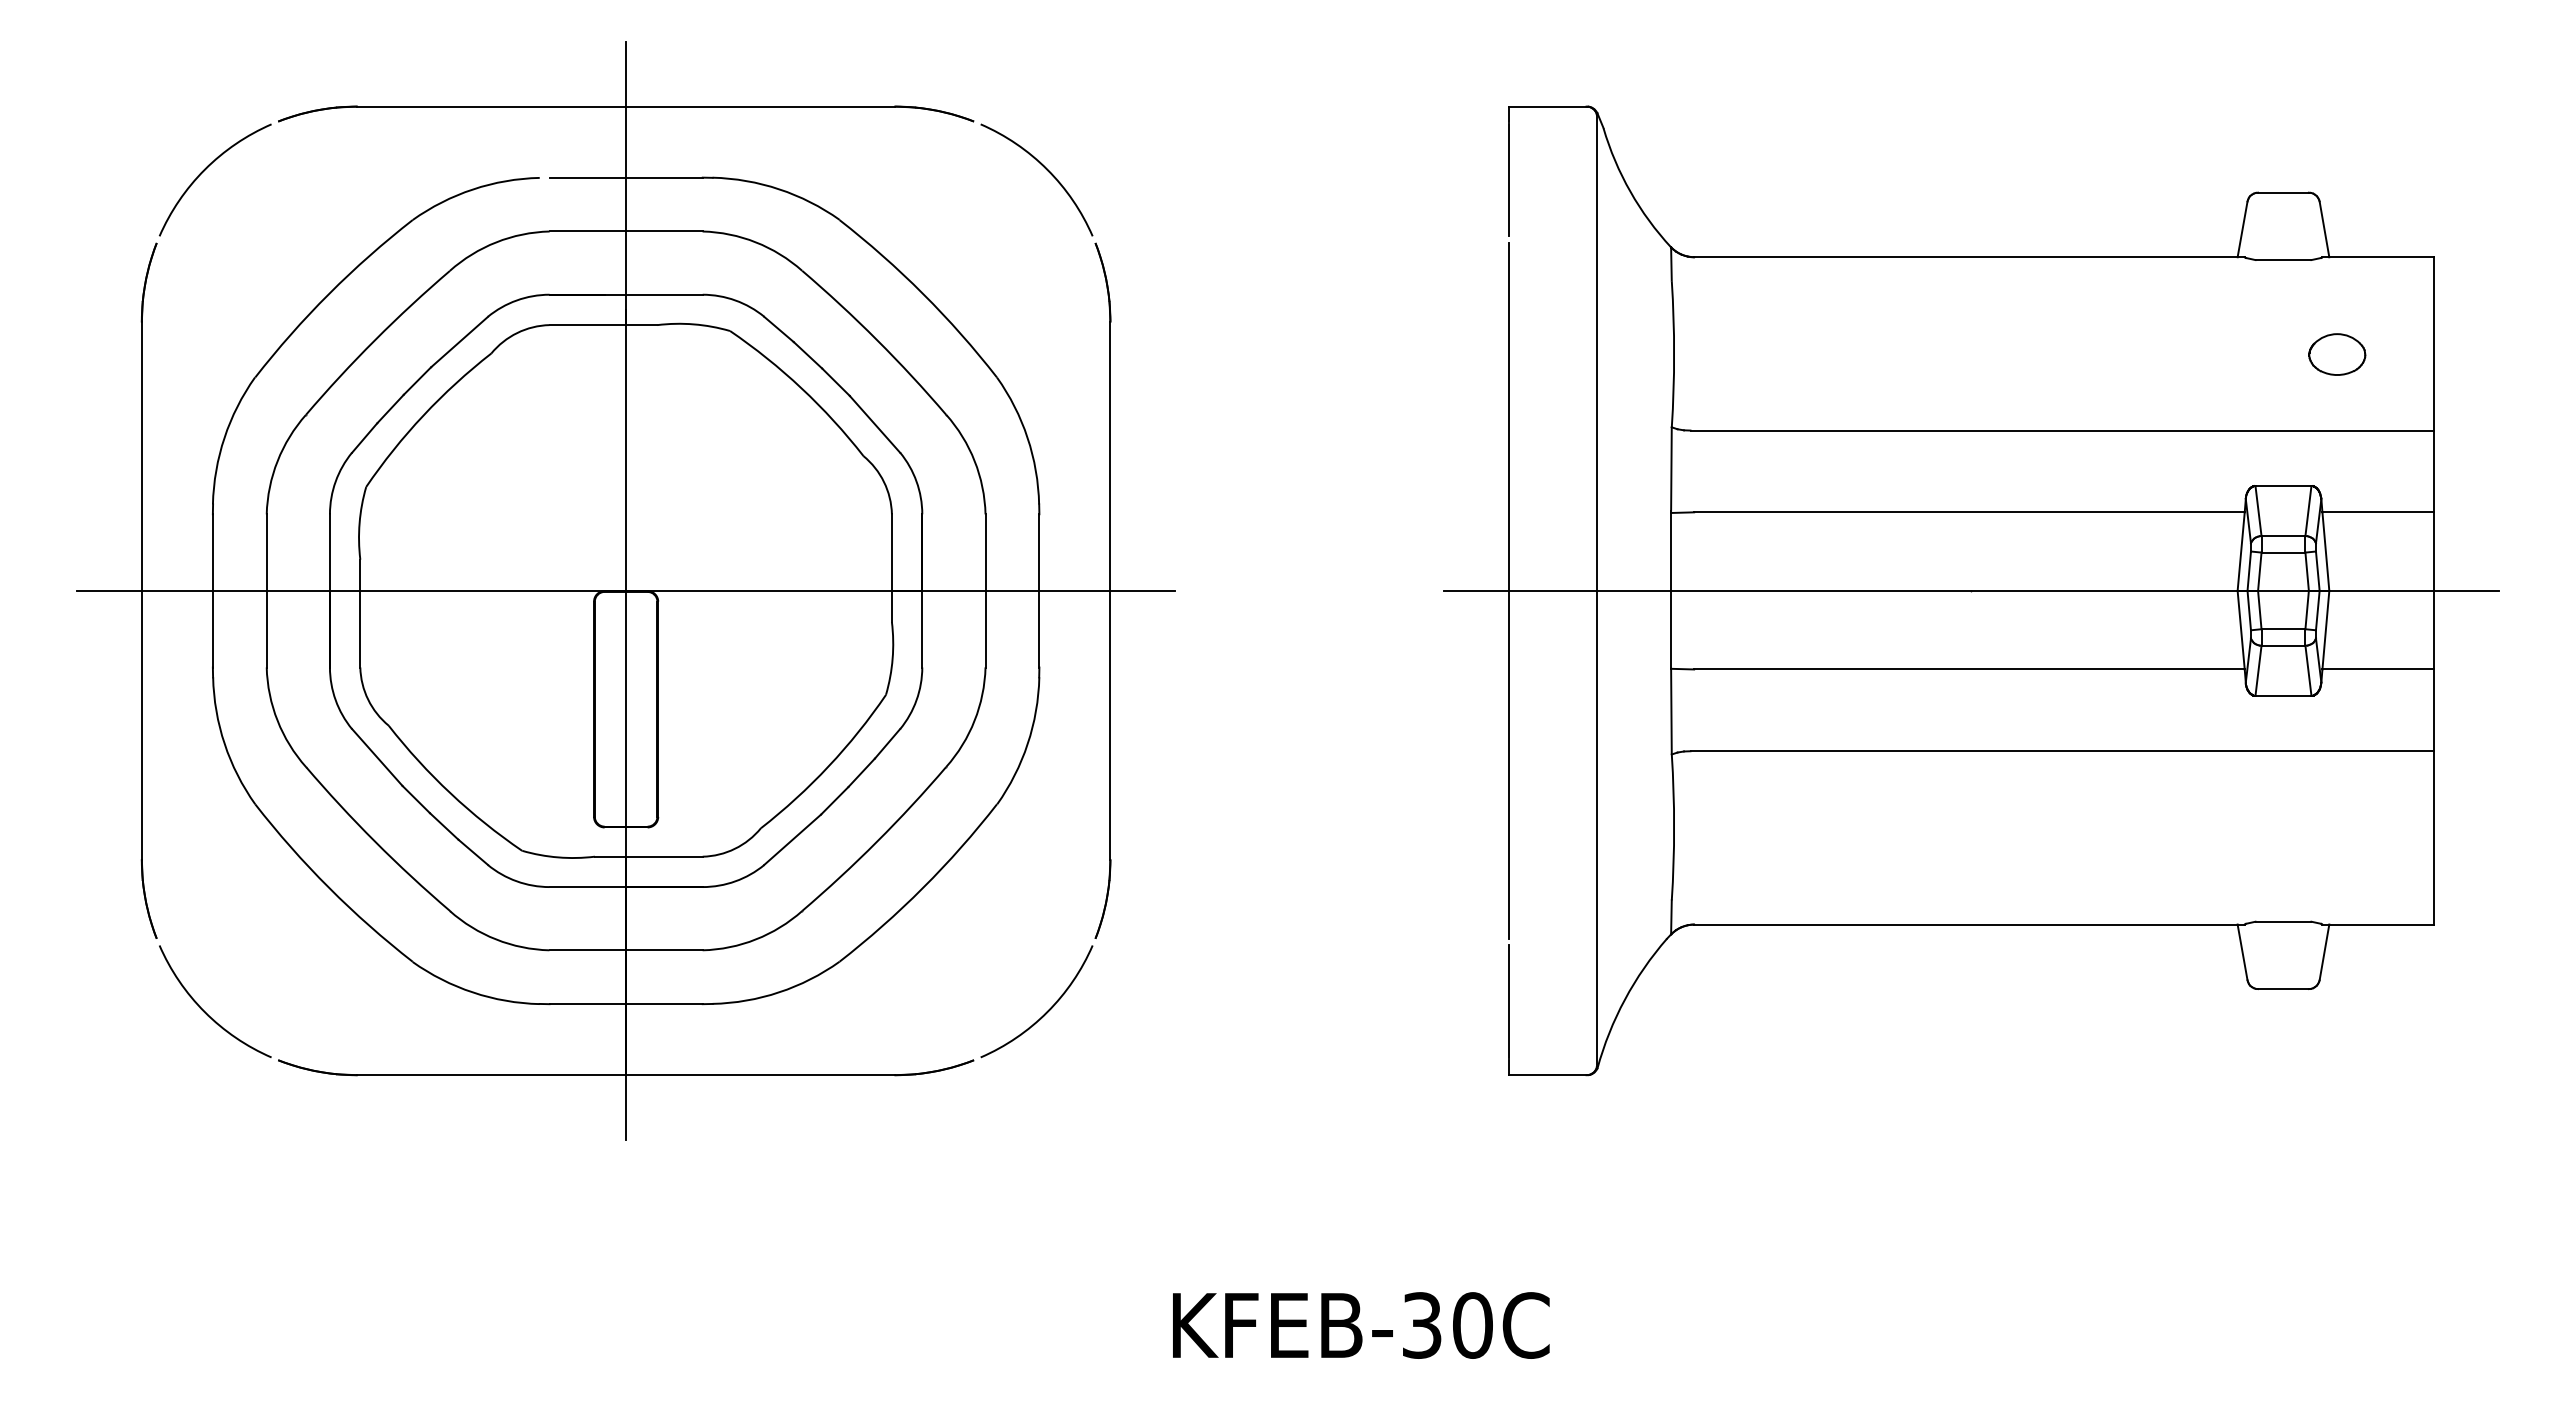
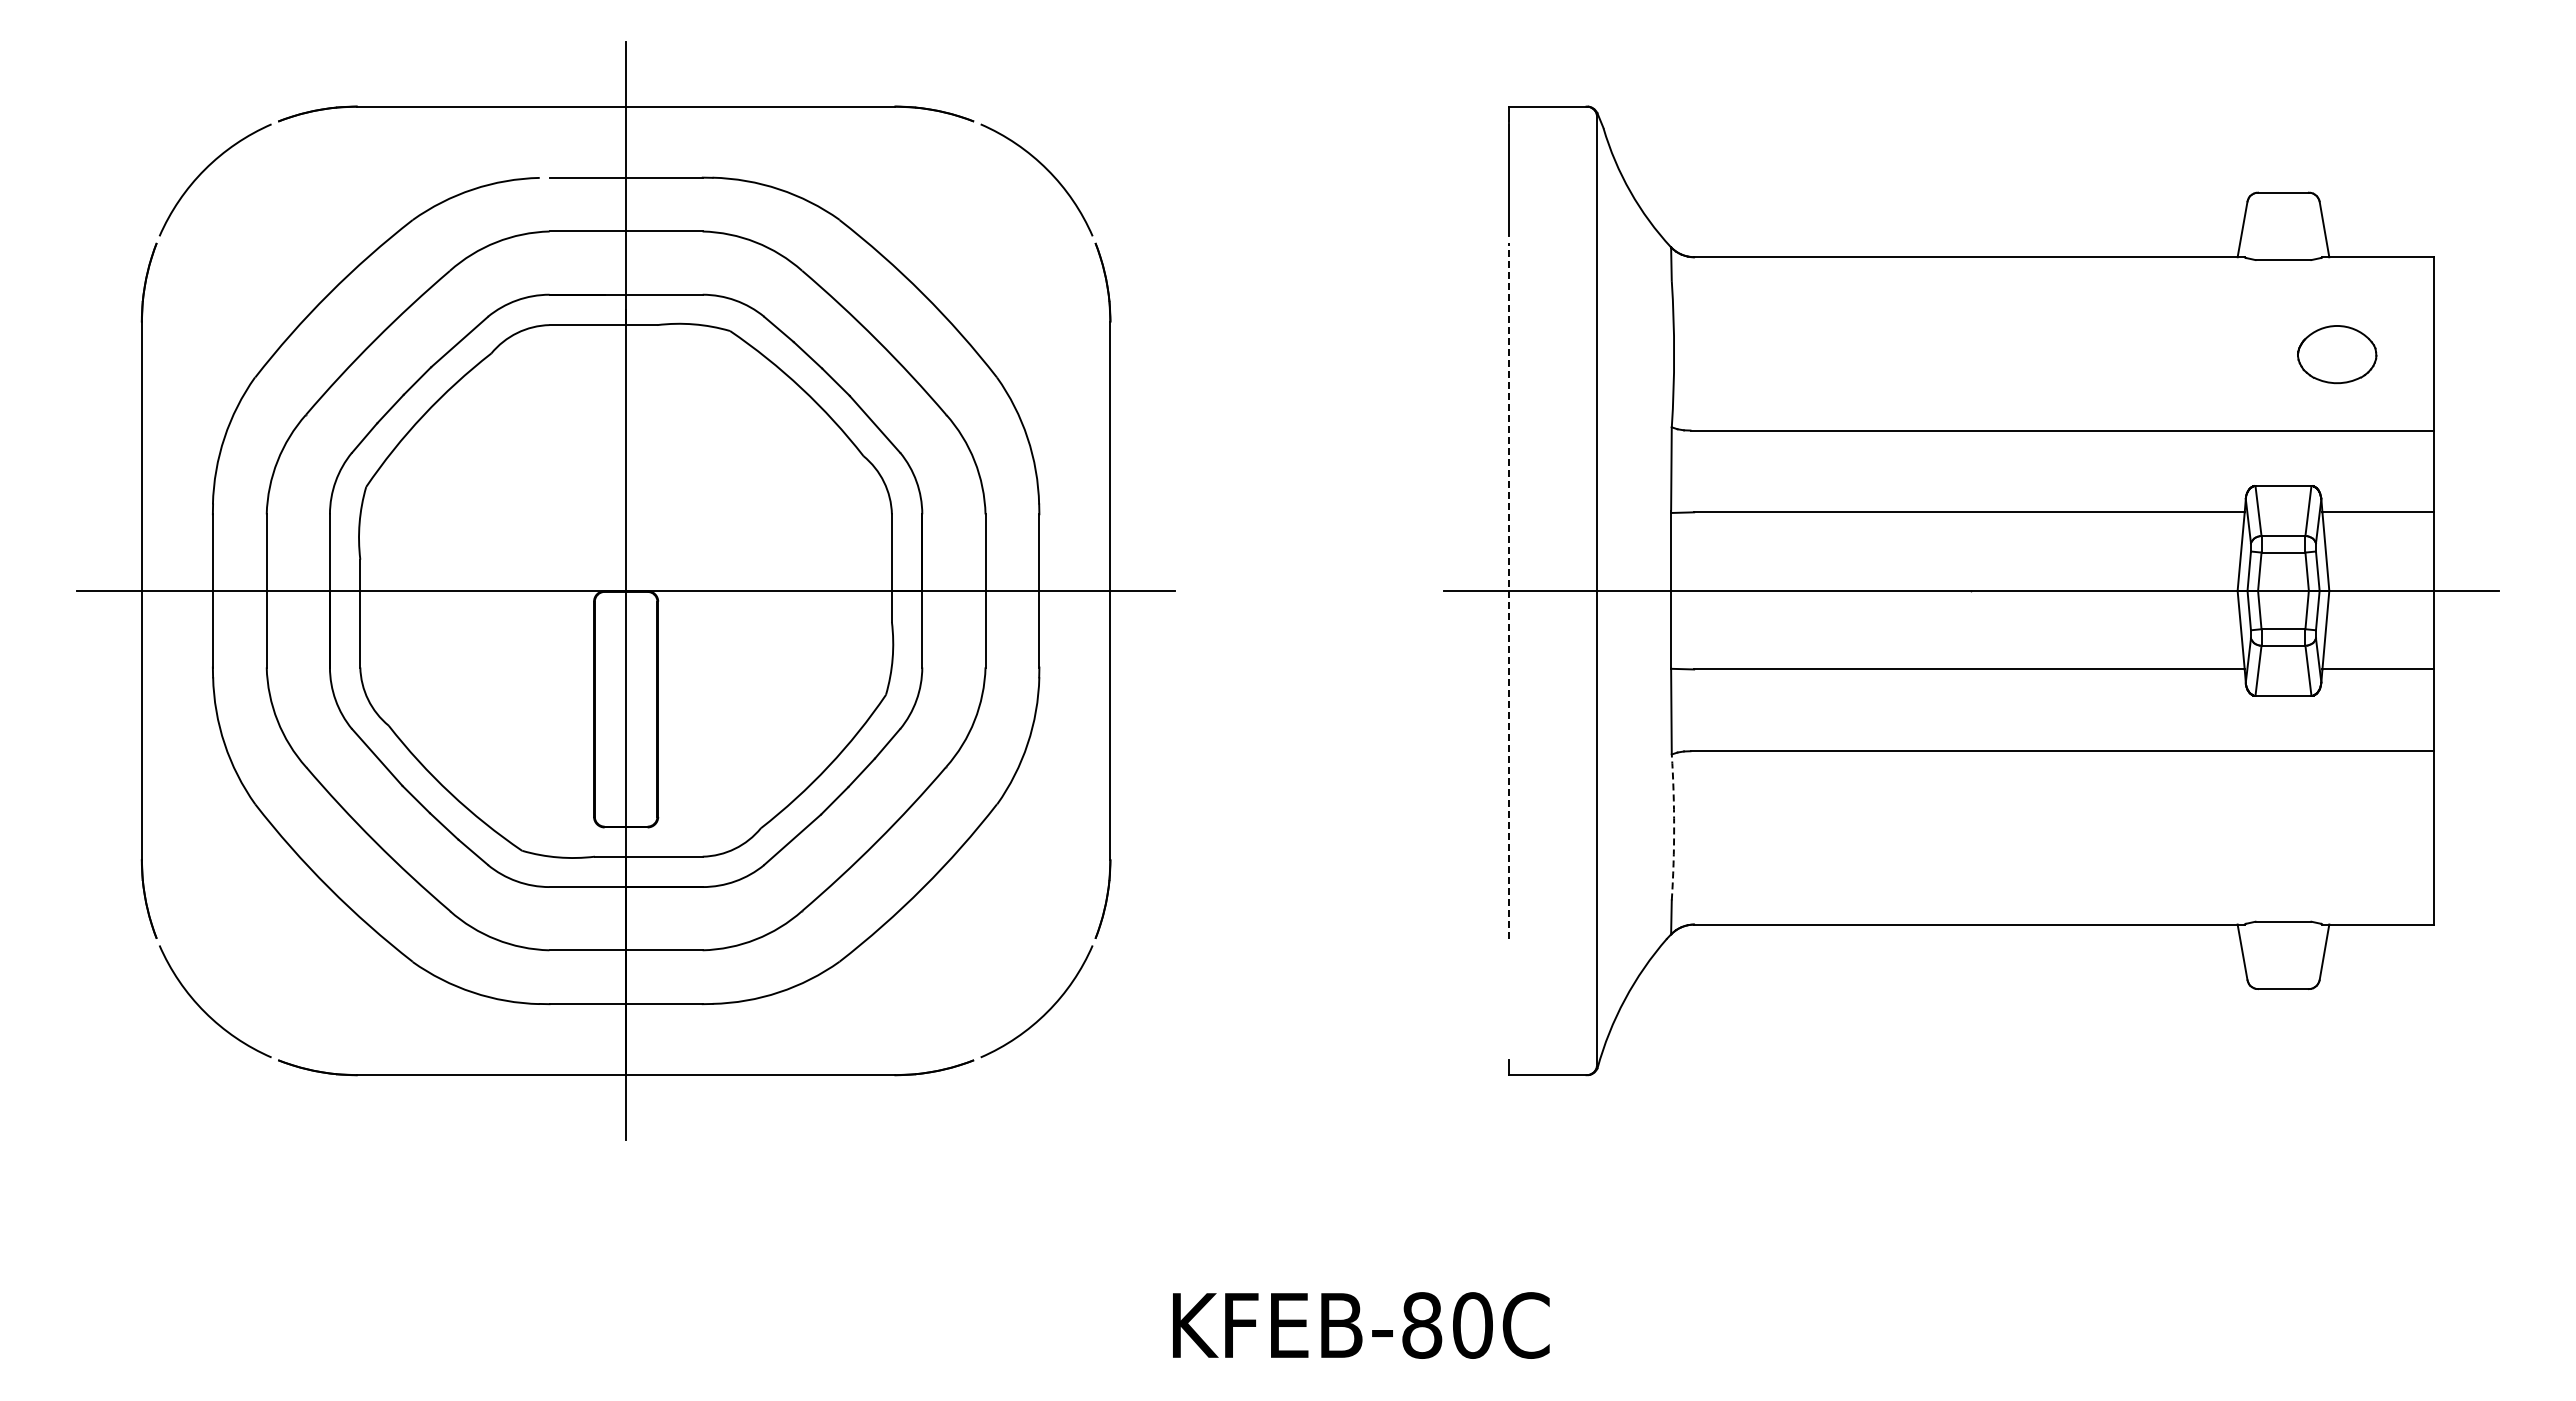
part at (2337, 354) size: 59x43 px -> 81x60 px
line at (1508, 590): solid -> dashed
arc at (1674, 827): solid -> dashed
line at (1508, 1001): present -> none
text at (1422, 1325): KFEB-30C -> KFEB-80C
